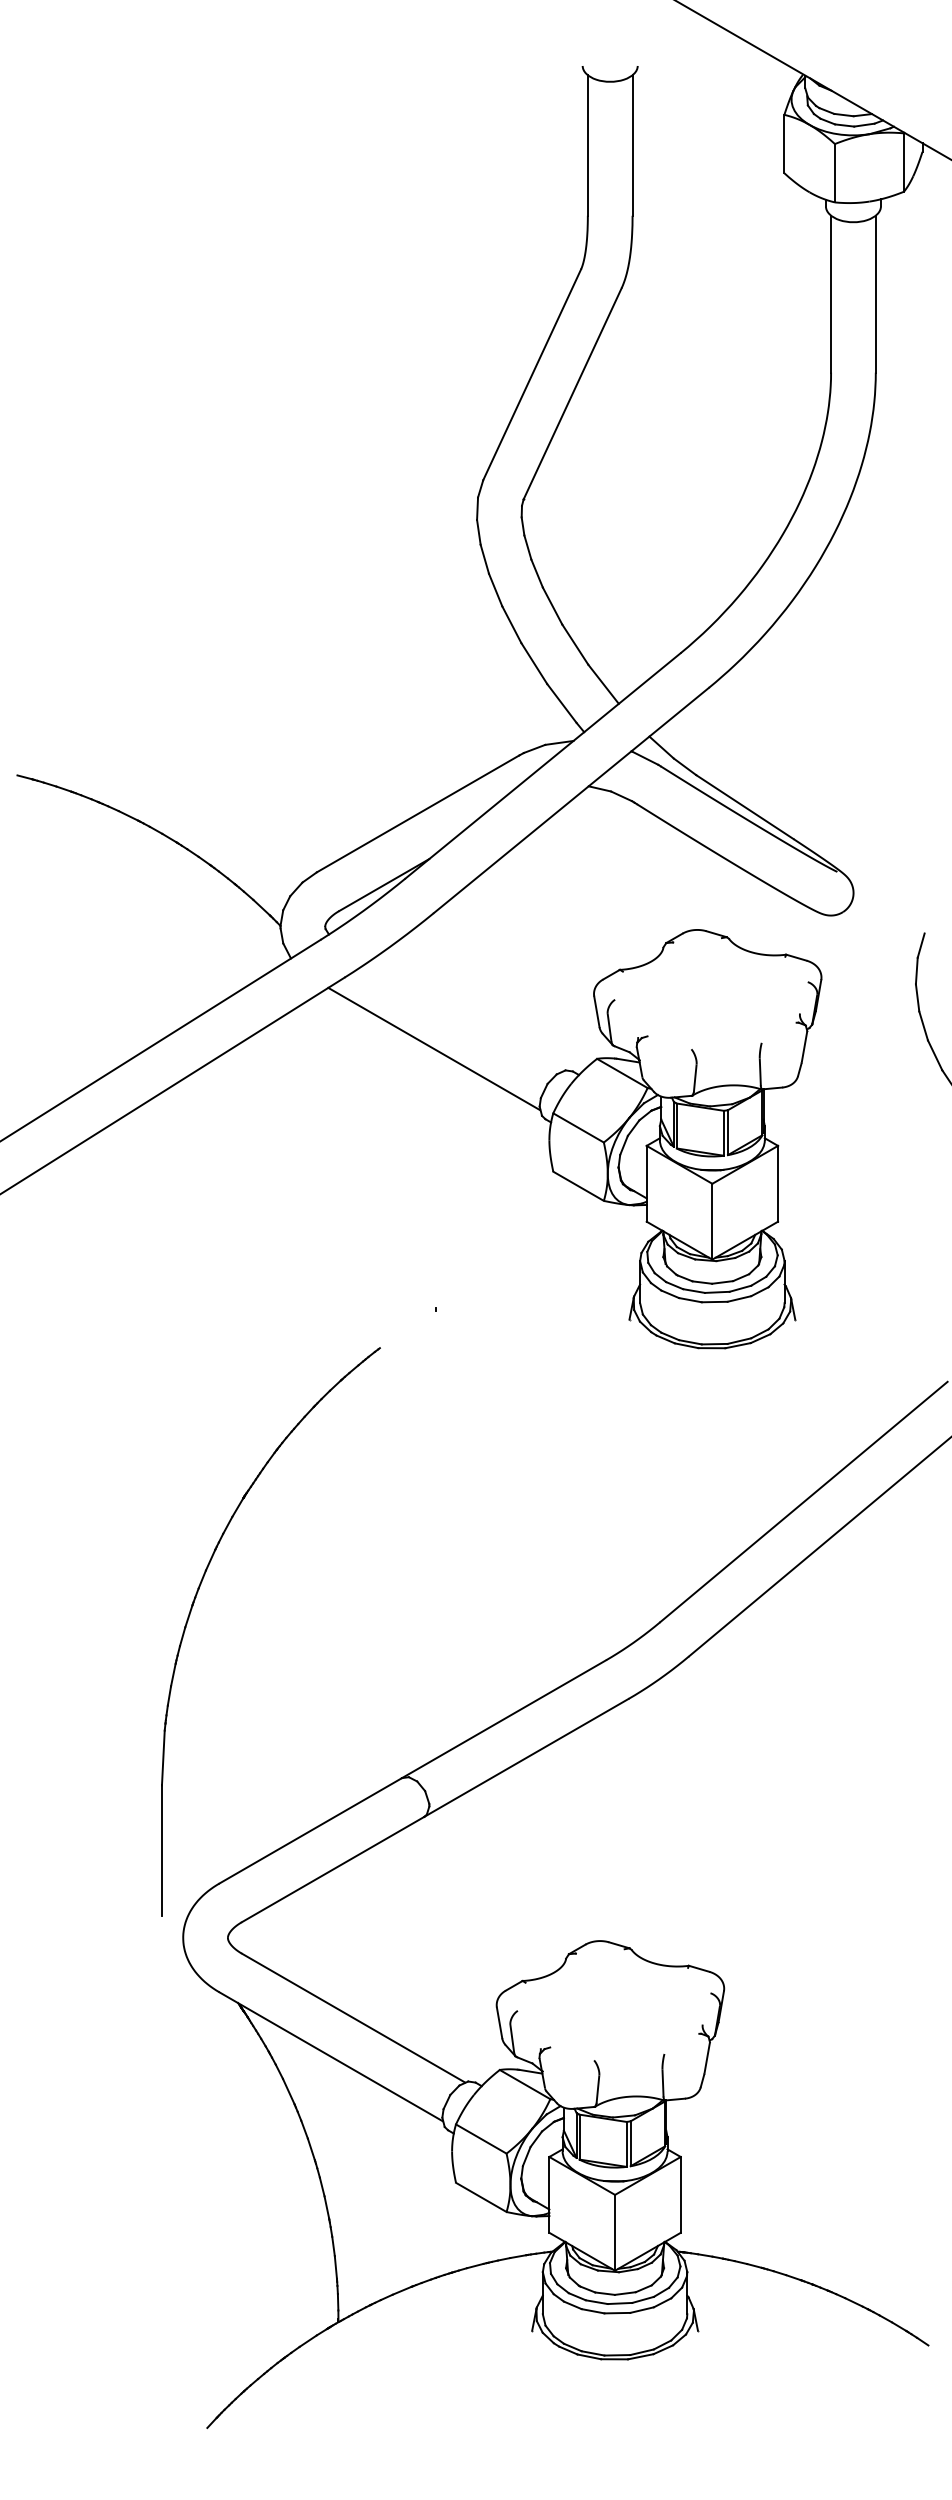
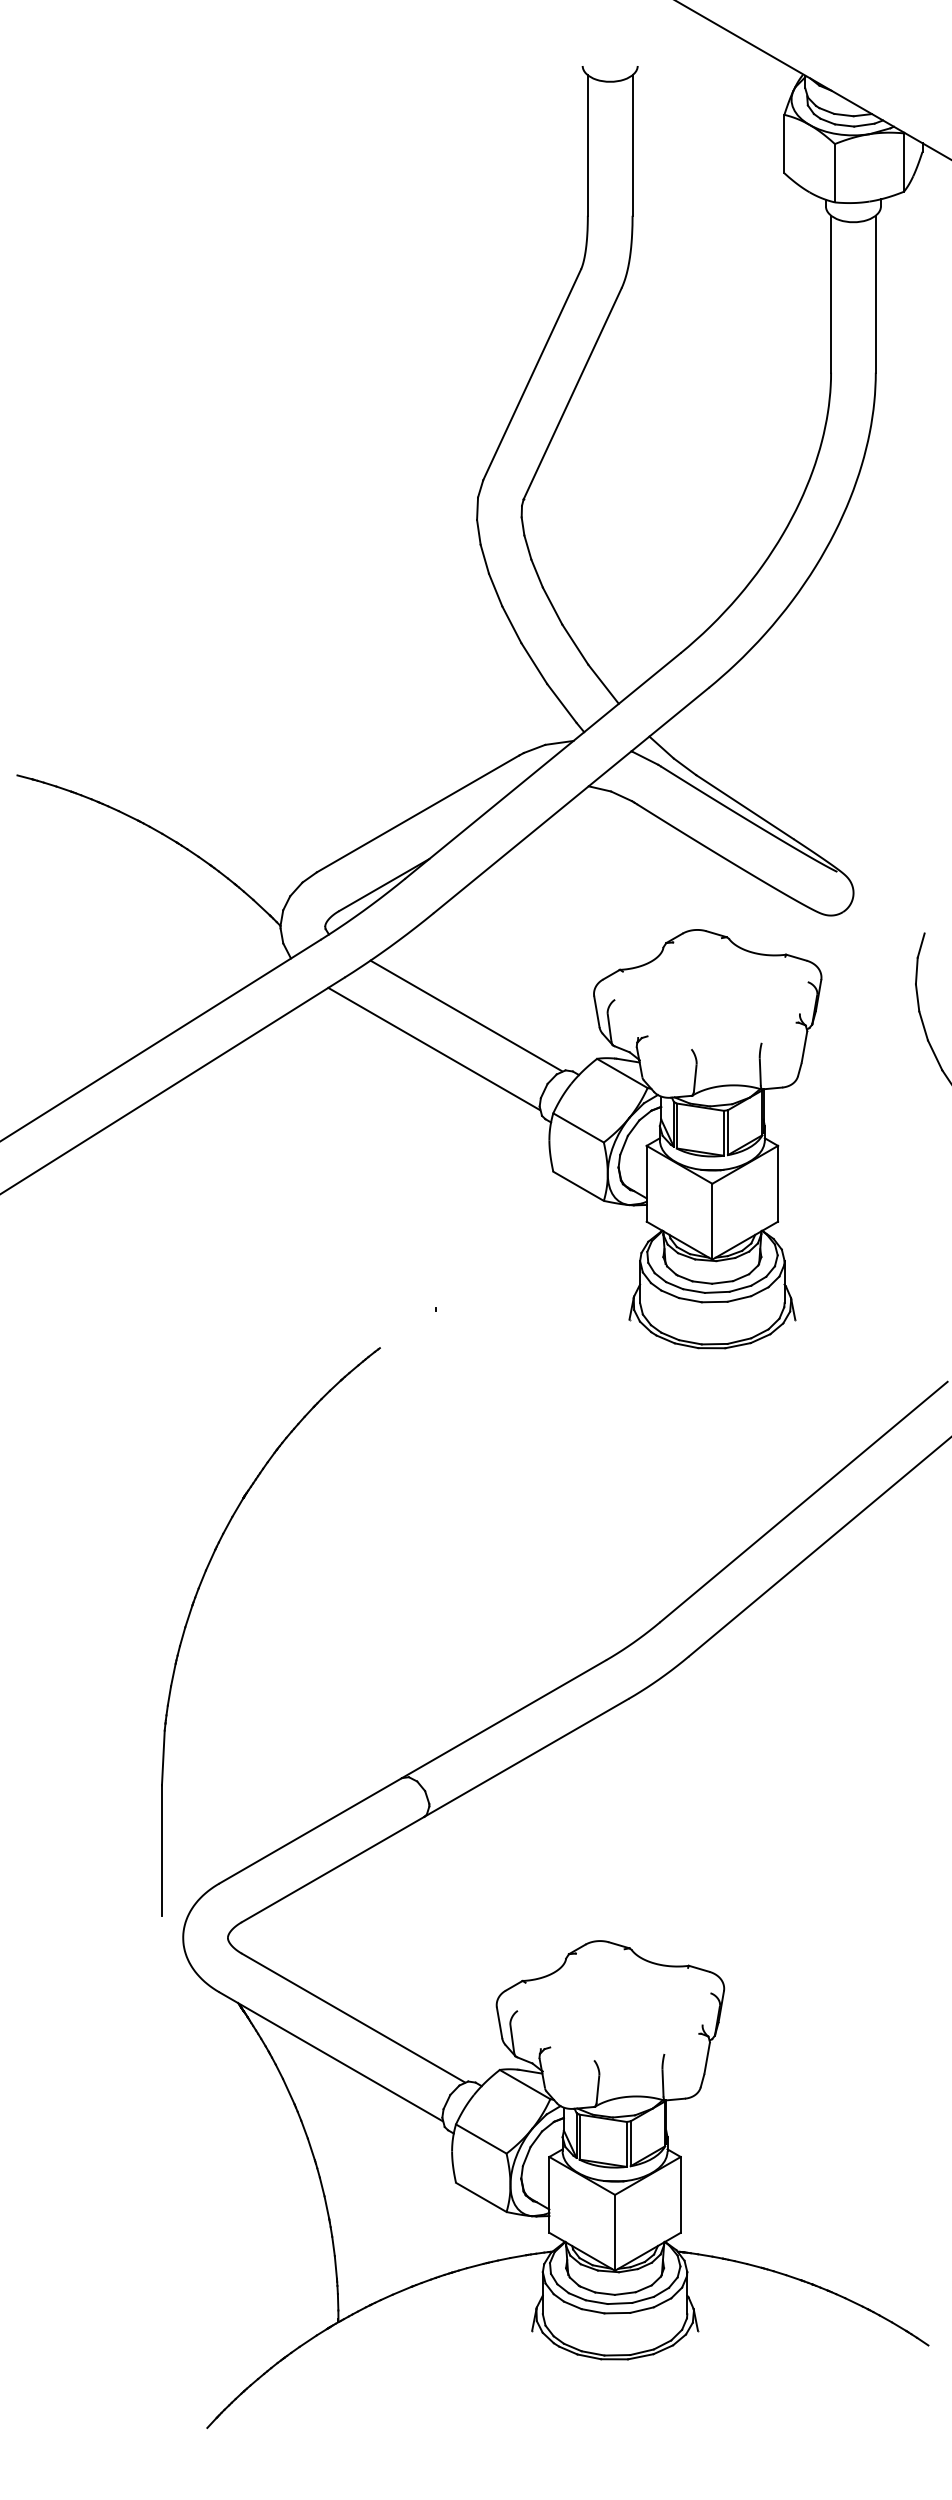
line at (466, 1015): none -> present
